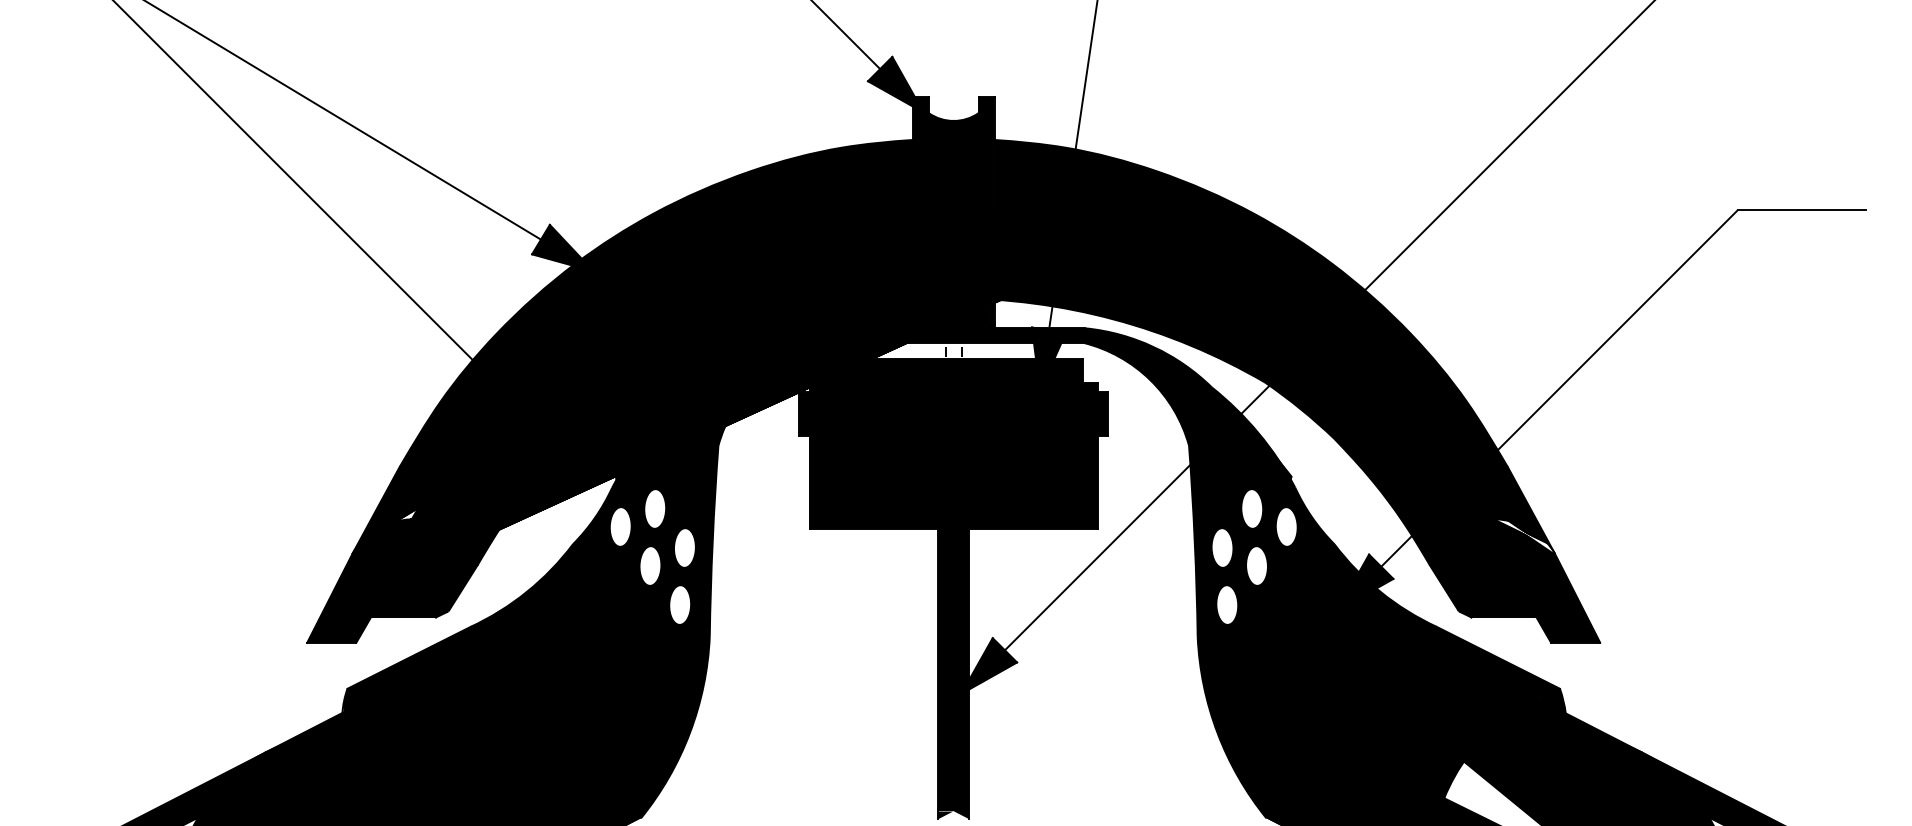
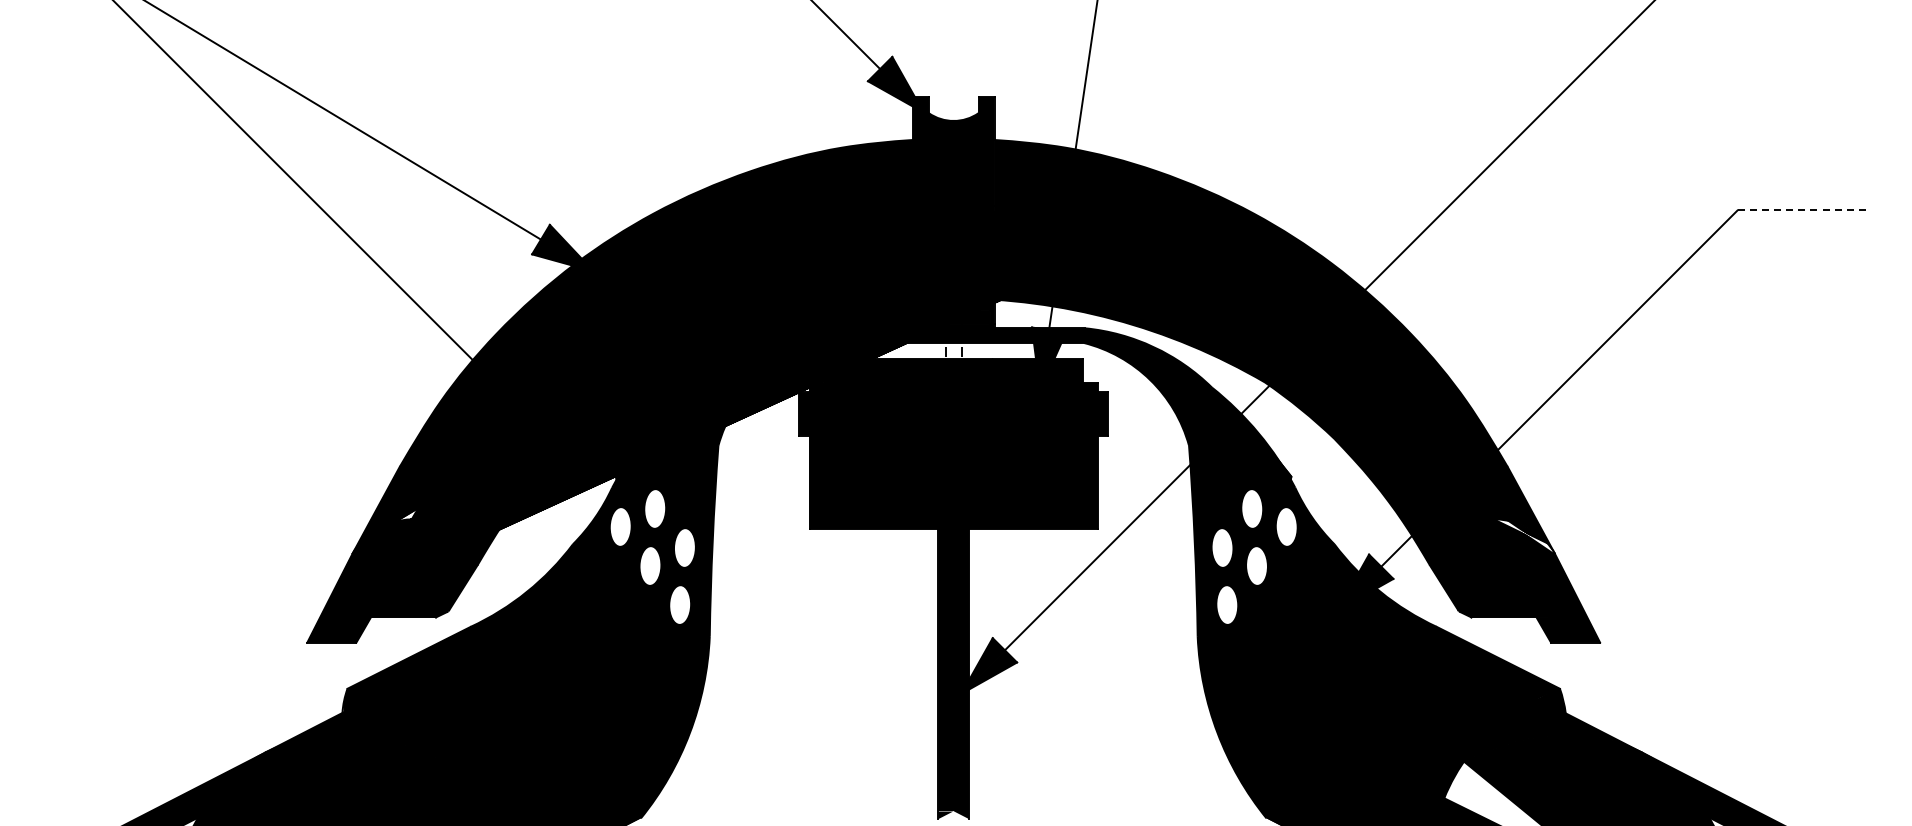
line at (1802, 210): solid -> dashed
